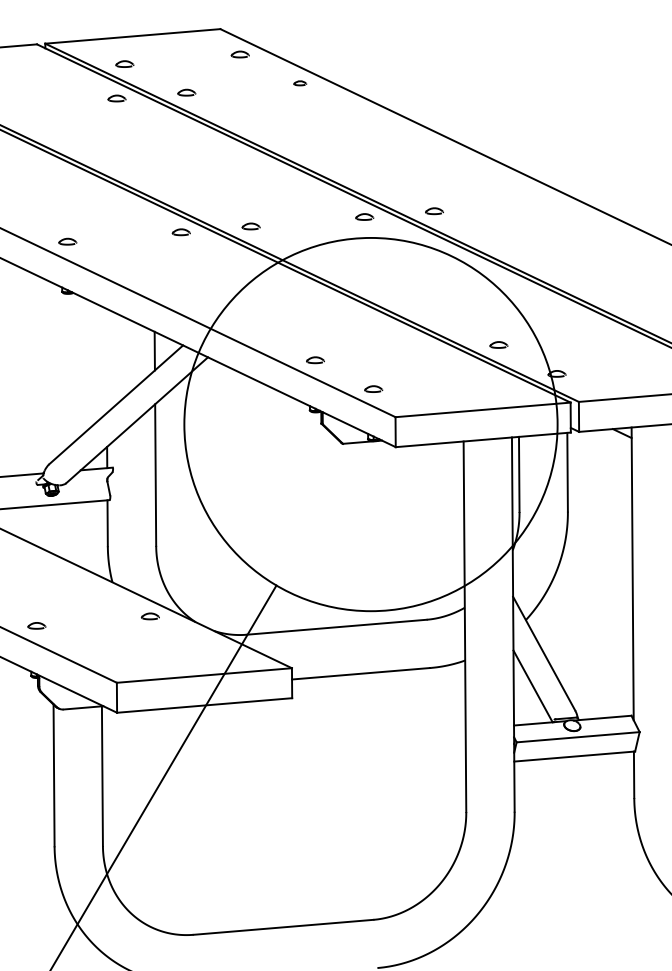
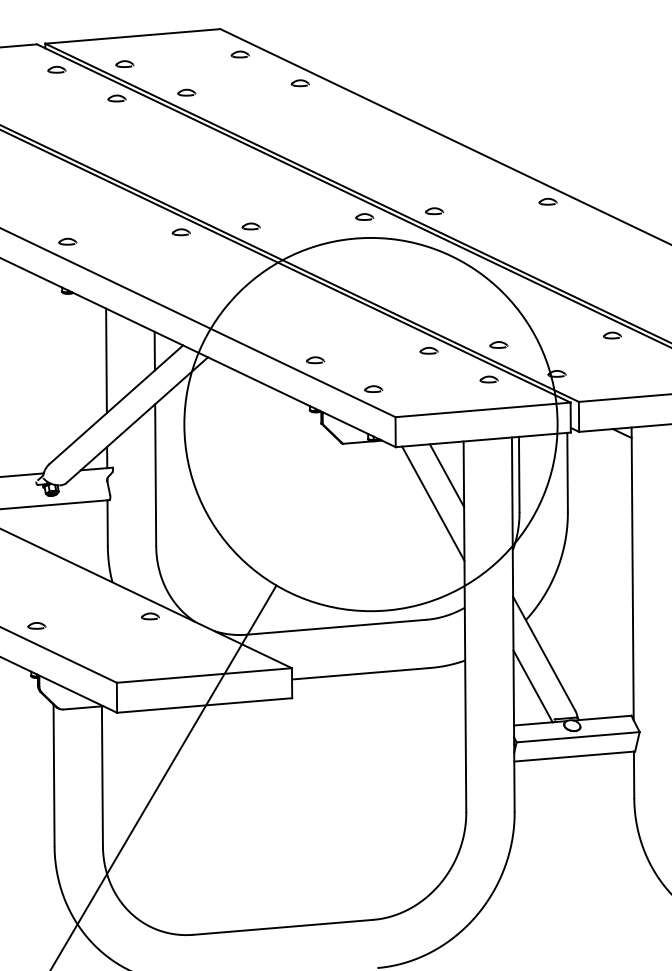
part at (56, 69): none -> present
part at (300, 83) size: 15x7 px -> 20x9 px
part at (547, 201): none -> present
part at (612, 335): none -> present
part at (428, 350): none -> present
line at (106, 360): none -> present
part at (488, 379): none -> present
line at (446, 475): none -> present
line at (433, 503): none -> present
